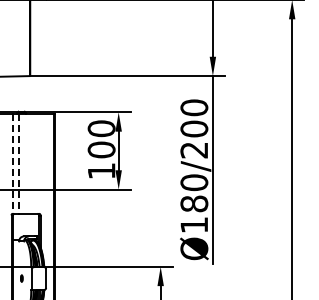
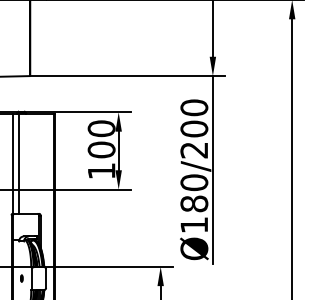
line at (12, 163): dashed -> solid
line at (19, 163): dashed -> solid
